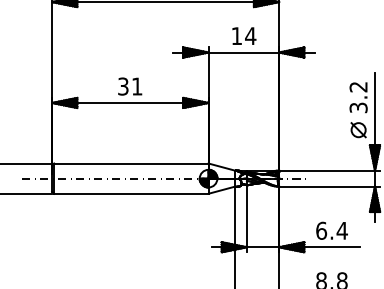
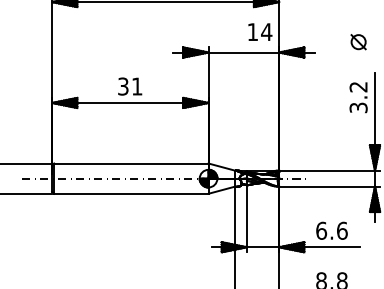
text at (244, 35) position: (244, 35) -> (260, 31)
part at (358, 130) position: (358, 130) -> (358, 42)
text at (341, 230): 6.4 -> 6.6
